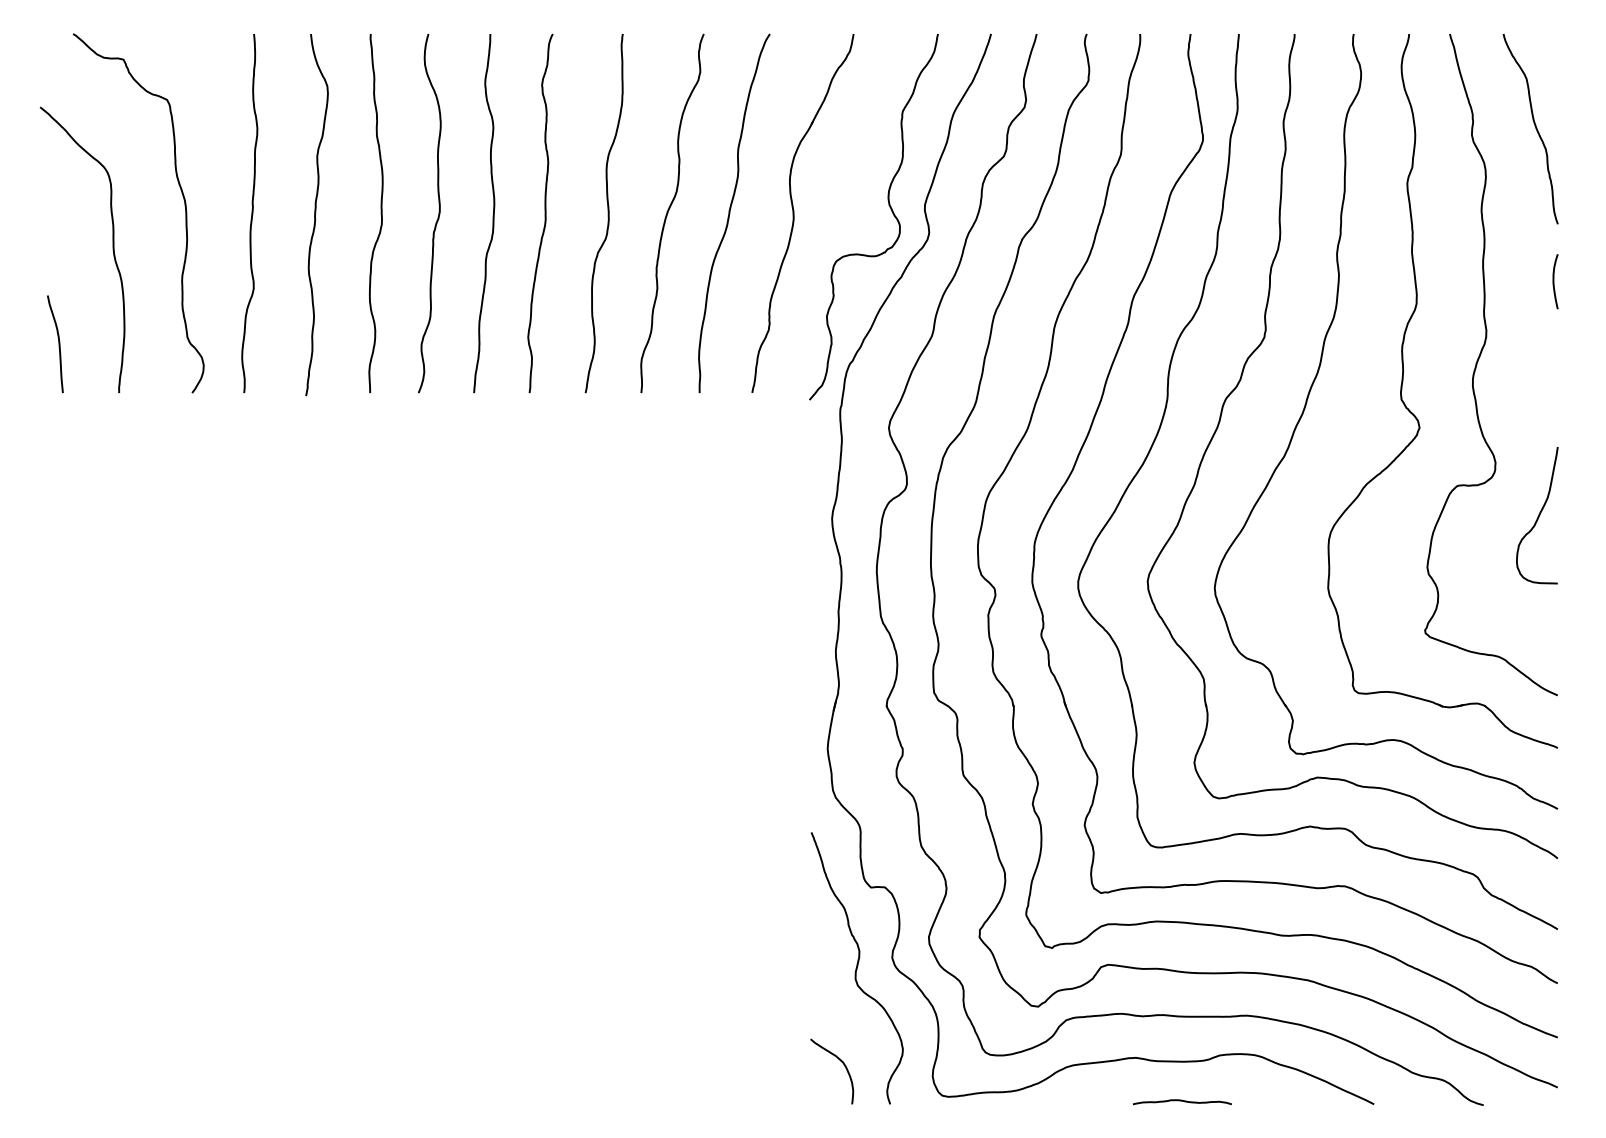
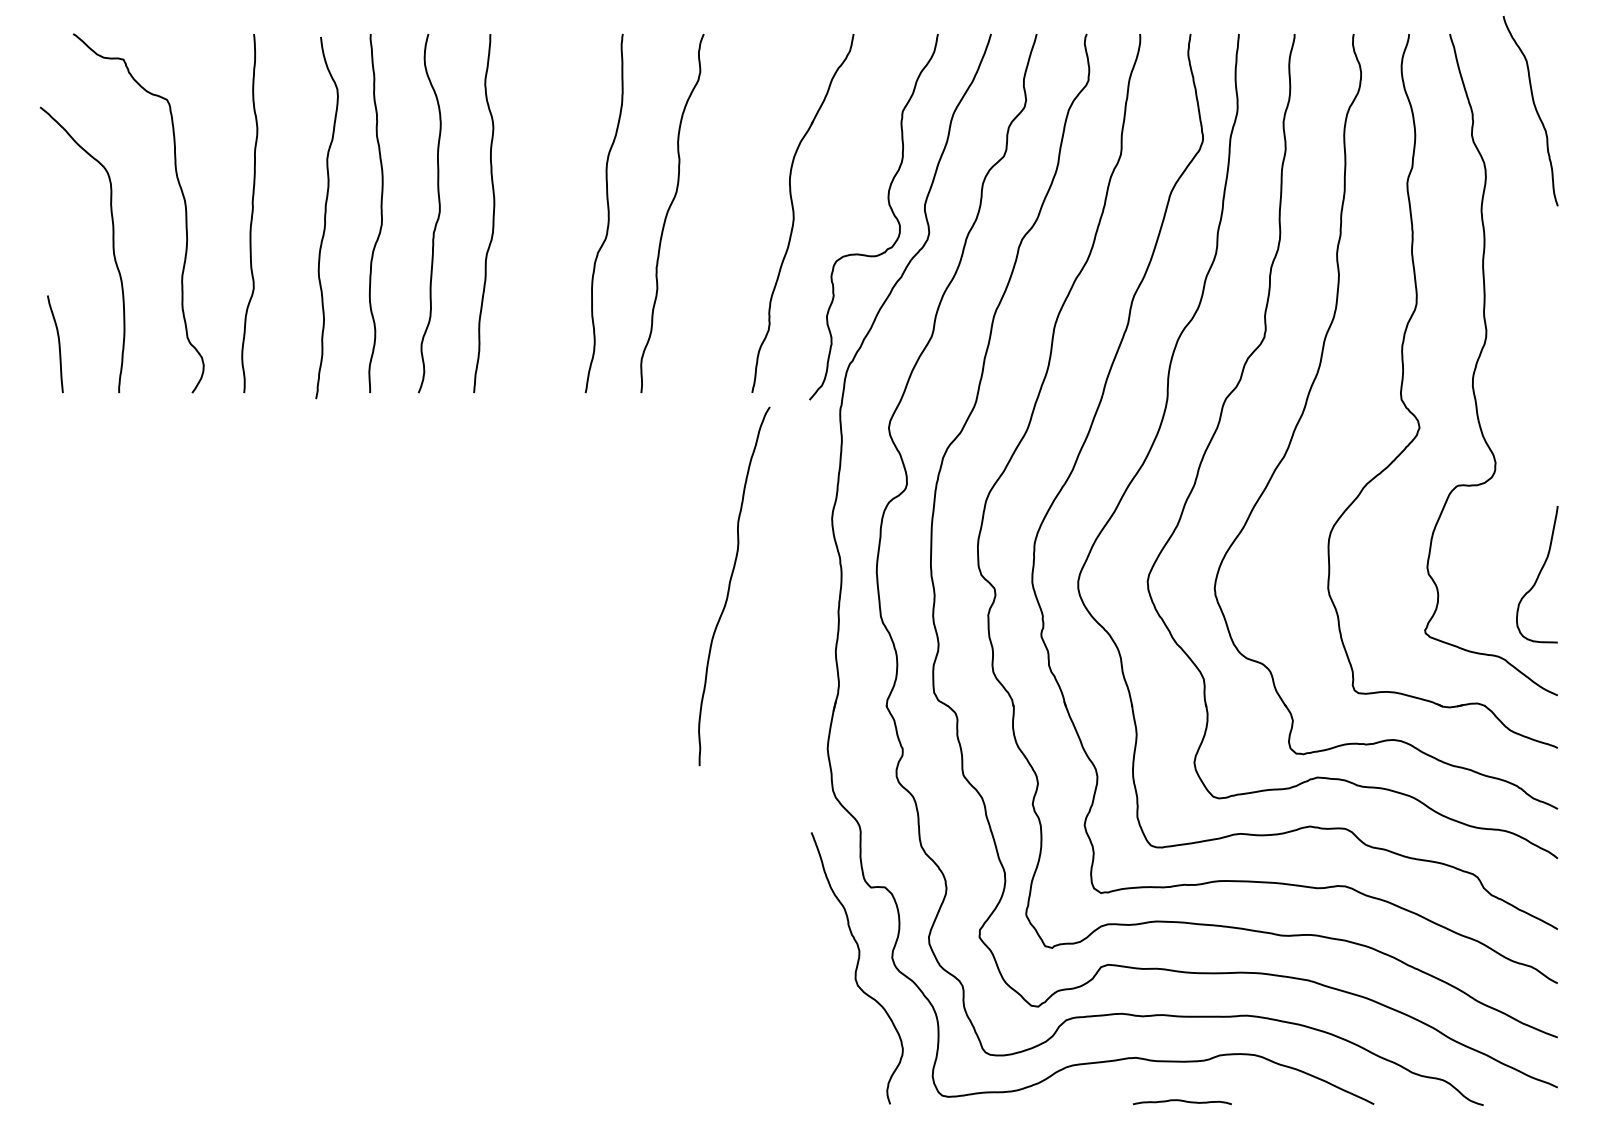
curve at (1534, 126) position: (1534, 126) -> (1534, 108)
curve at (544, 212): present -> none
curve at (730, 212) position: (730, 212) -> (730, 585)
curve at (315, 215) position: (315, 215) -> (325, 218)
curve at (1554, 281): present -> none
curve at (1538, 515) position: (1538, 515) -> (1538, 574)
curve at (843, 1065): present -> none
